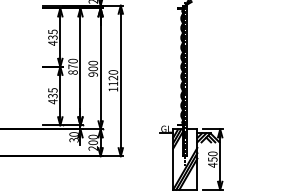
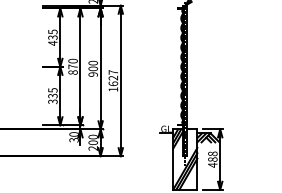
text at (113, 77): 1120 -> 1627
text at (52, 101): 435 -> 335
text at (212, 156): 450 -> 488
